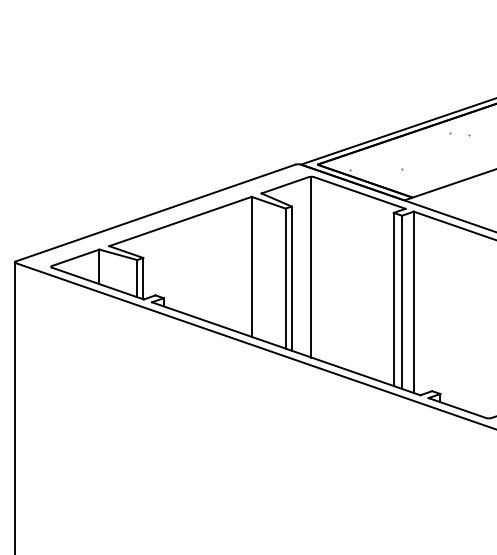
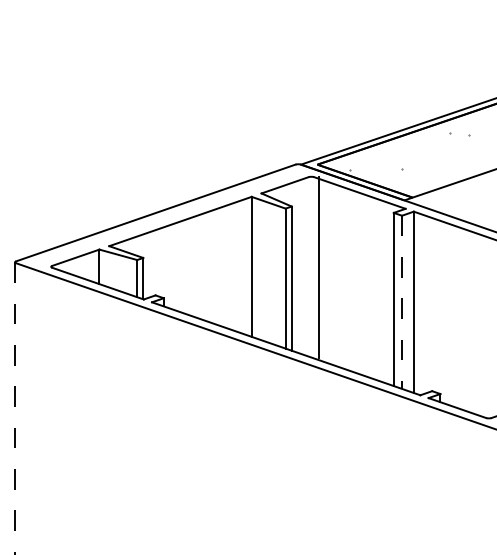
line at (311, 266) position: (311, 266) -> (319, 266)
line at (402, 302): solid -> dashed
line at (15, 408): solid -> dashed
